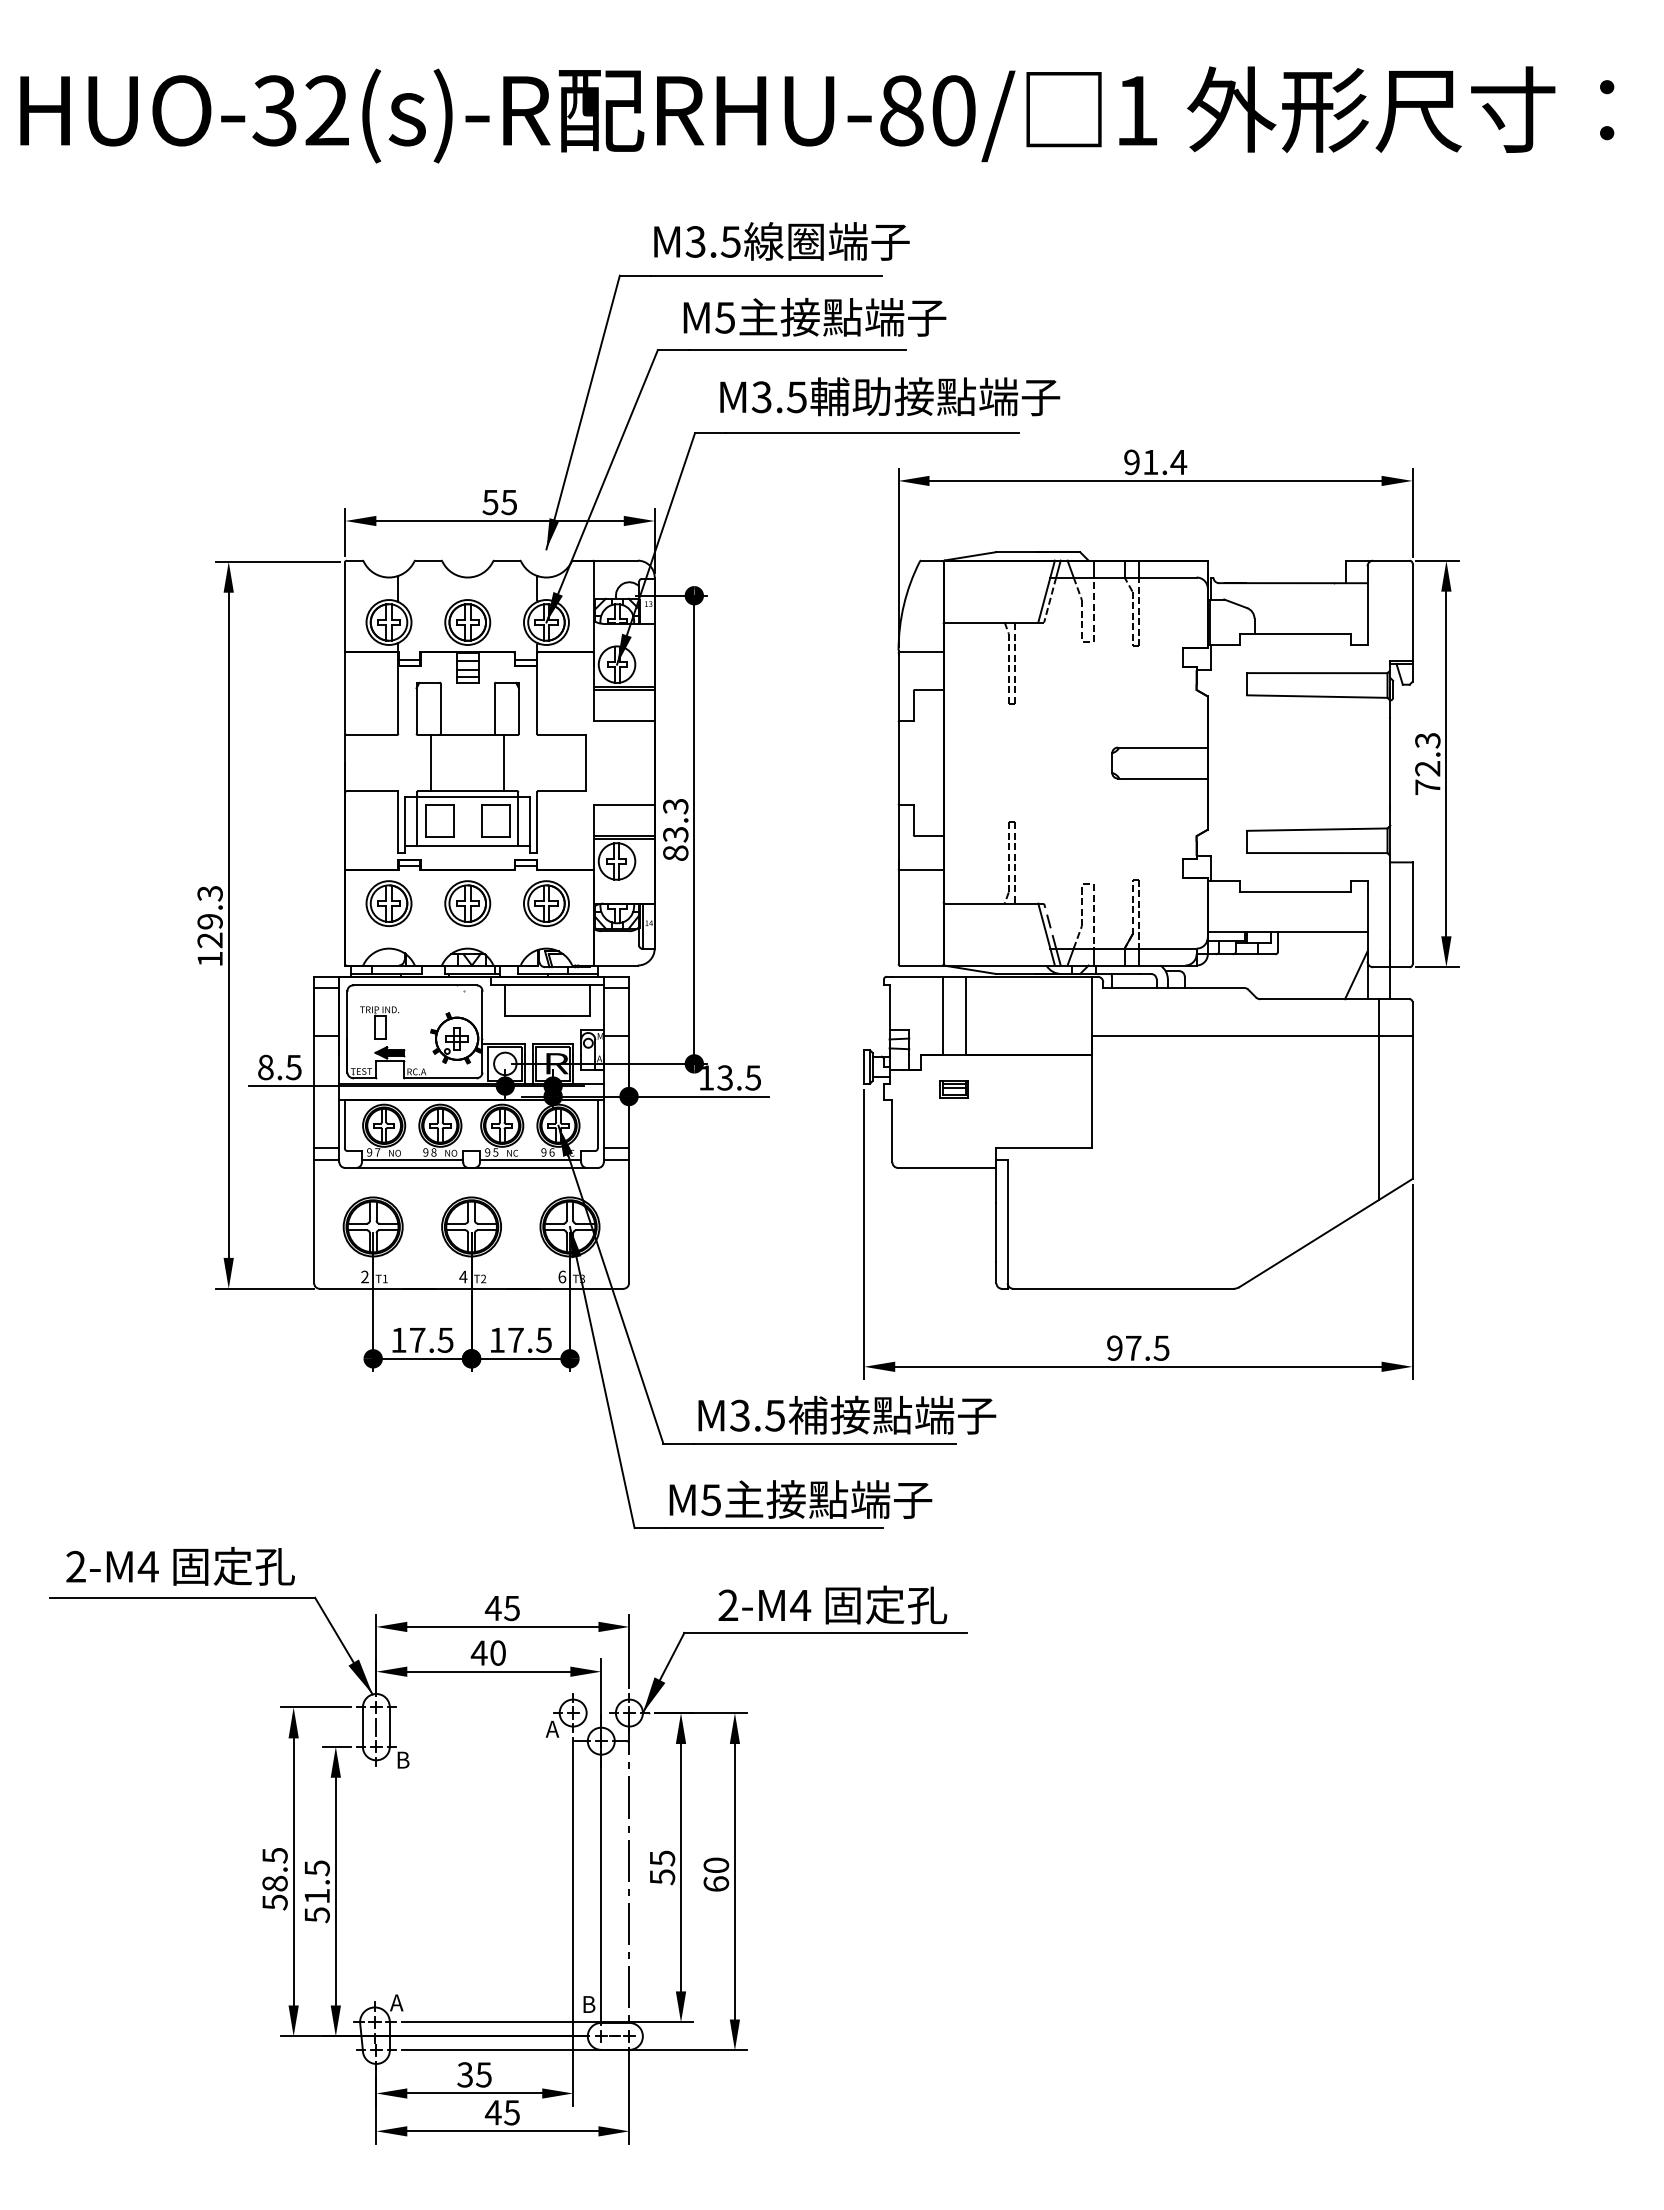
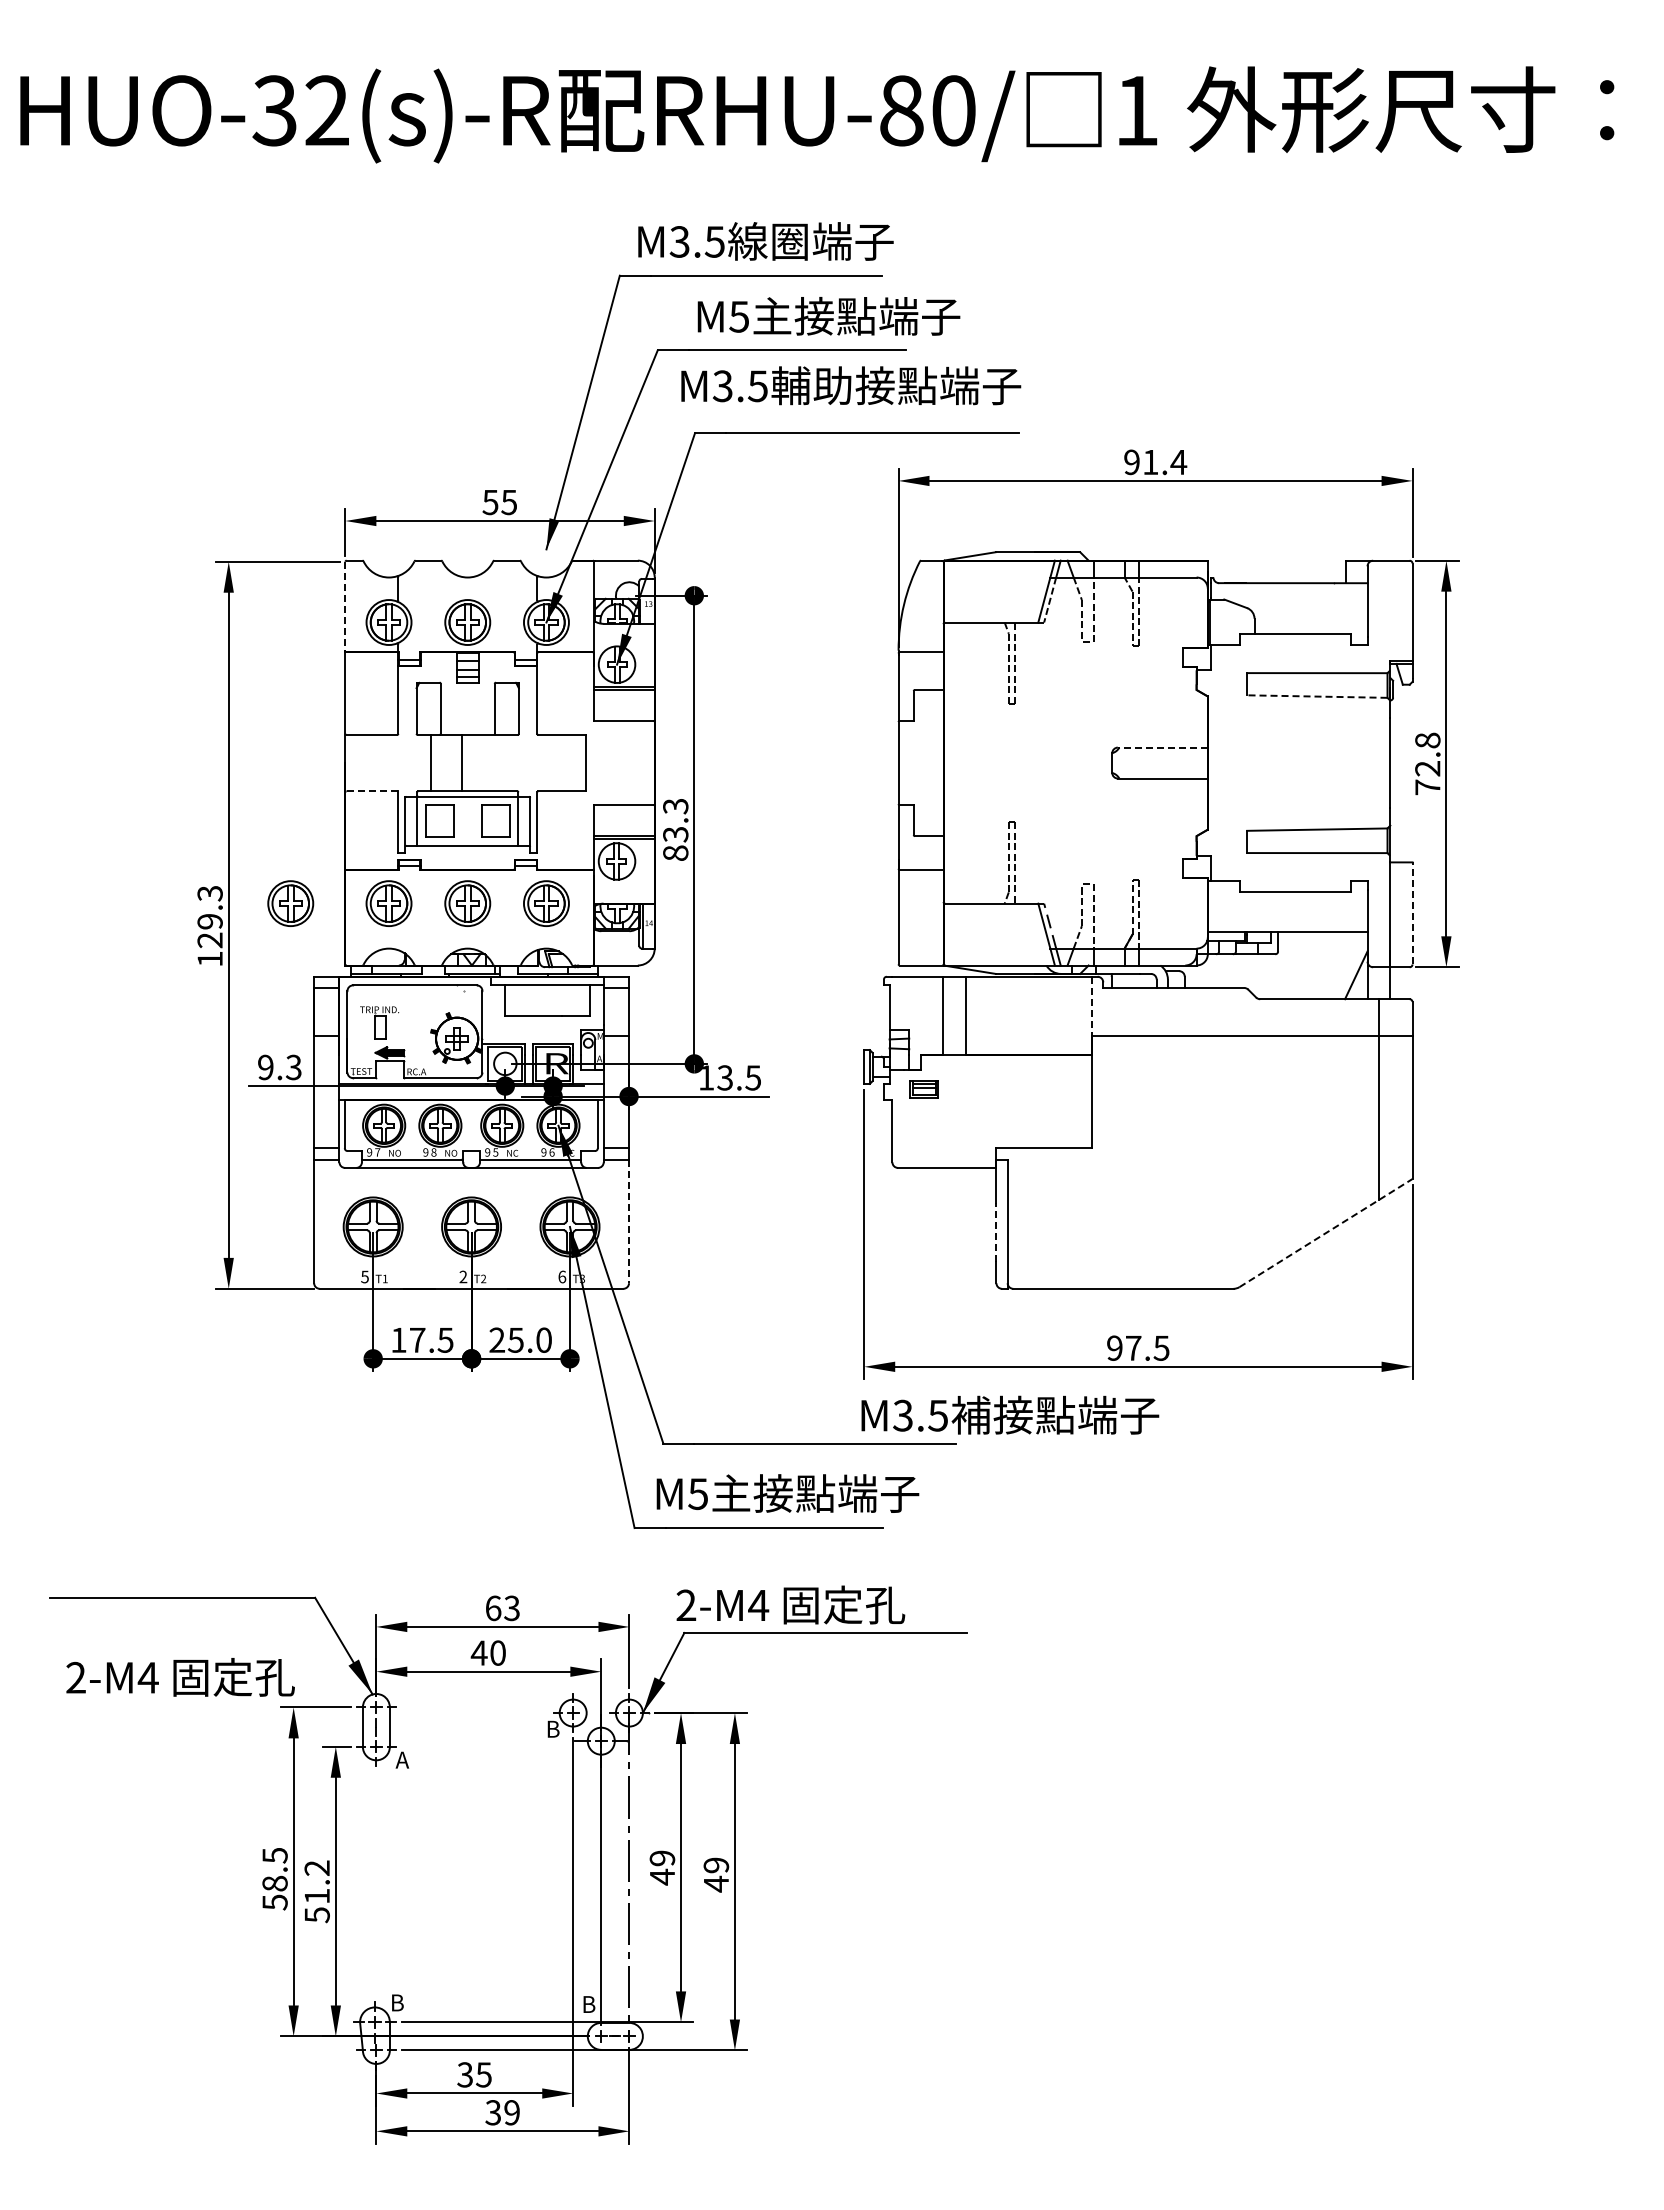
text at (781, 241) position: (781, 241) -> (765, 241)
text at (814, 317) position: (814, 317) -> (828, 316)
text at (890, 396) position: (890, 396) -> (851, 385)
line at (345, 607): solid -> dashed
line at (1316, 696): solid -> dashed
text at (1427, 740): 72.3 -> 72.8
line at (1162, 747): solid -> dashed
line at (504, 762) position: (504, 762) -> (462, 762)
line at (372, 791): solid -> dashed
part at (290, 903): none -> present
line at (1412, 912): solid -> dashed
line at (1092, 1006): solid -> dashed
text at (279, 1067): 8.5 -> 9.3
part at (953, 1089) position: (953, 1089) -> (923, 1089)
line at (629, 1221): solid -> dashed
line at (996, 1232): solid -> dashed
line at (1326, 1233): solid -> dashed
text at (364, 1276): 2 -> 5
text at (463, 1276): 4 -> 2
text at (520, 1339): 17.5 -> 25.0
text at (847, 1414) position: (847, 1414) -> (1010, 1414)
text at (800, 1499) position: (800, 1499) -> (787, 1493)
text at (180, 1566) position: (180, 1566) -> (180, 1677)
text at (832, 1604) position: (832, 1604) -> (790, 1604)
text at (501, 1608): 45 -> 63
text at (552, 1728): A -> B
text at (402, 1759): B -> A
text at (662, 1867): 55 -> 49
text at (316, 1868): 51.5 -> 51.2
text at (716, 1874): 60 -> 49
text at (396, 2002): A -> B
text at (501, 2112): 45 -> 39
